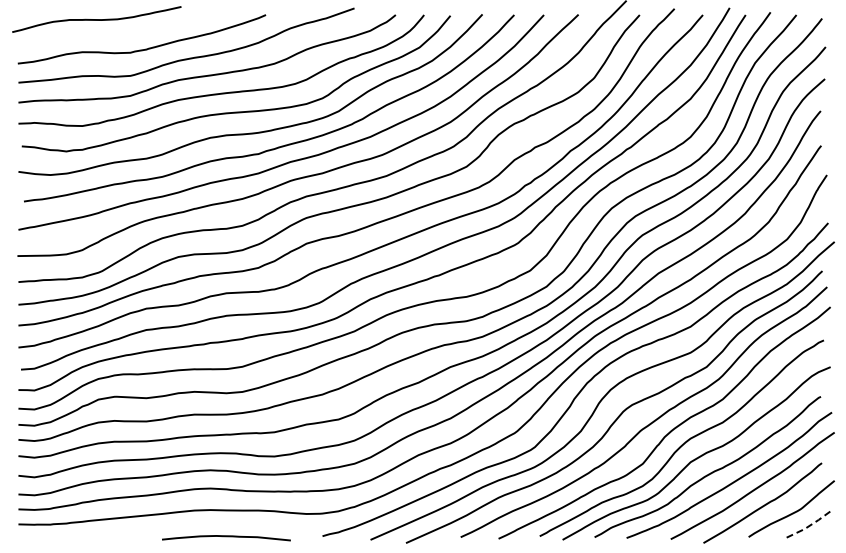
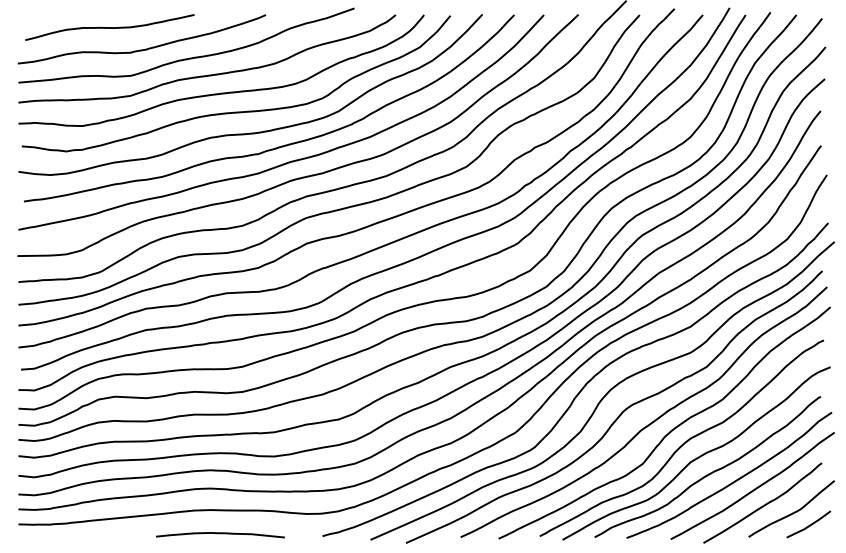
curve at (96, 19) position: (96, 19) -> (109, 27)
line at (810, 525): dashed -> solid
curve at (226, 537) position: (226, 537) -> (220, 534)
